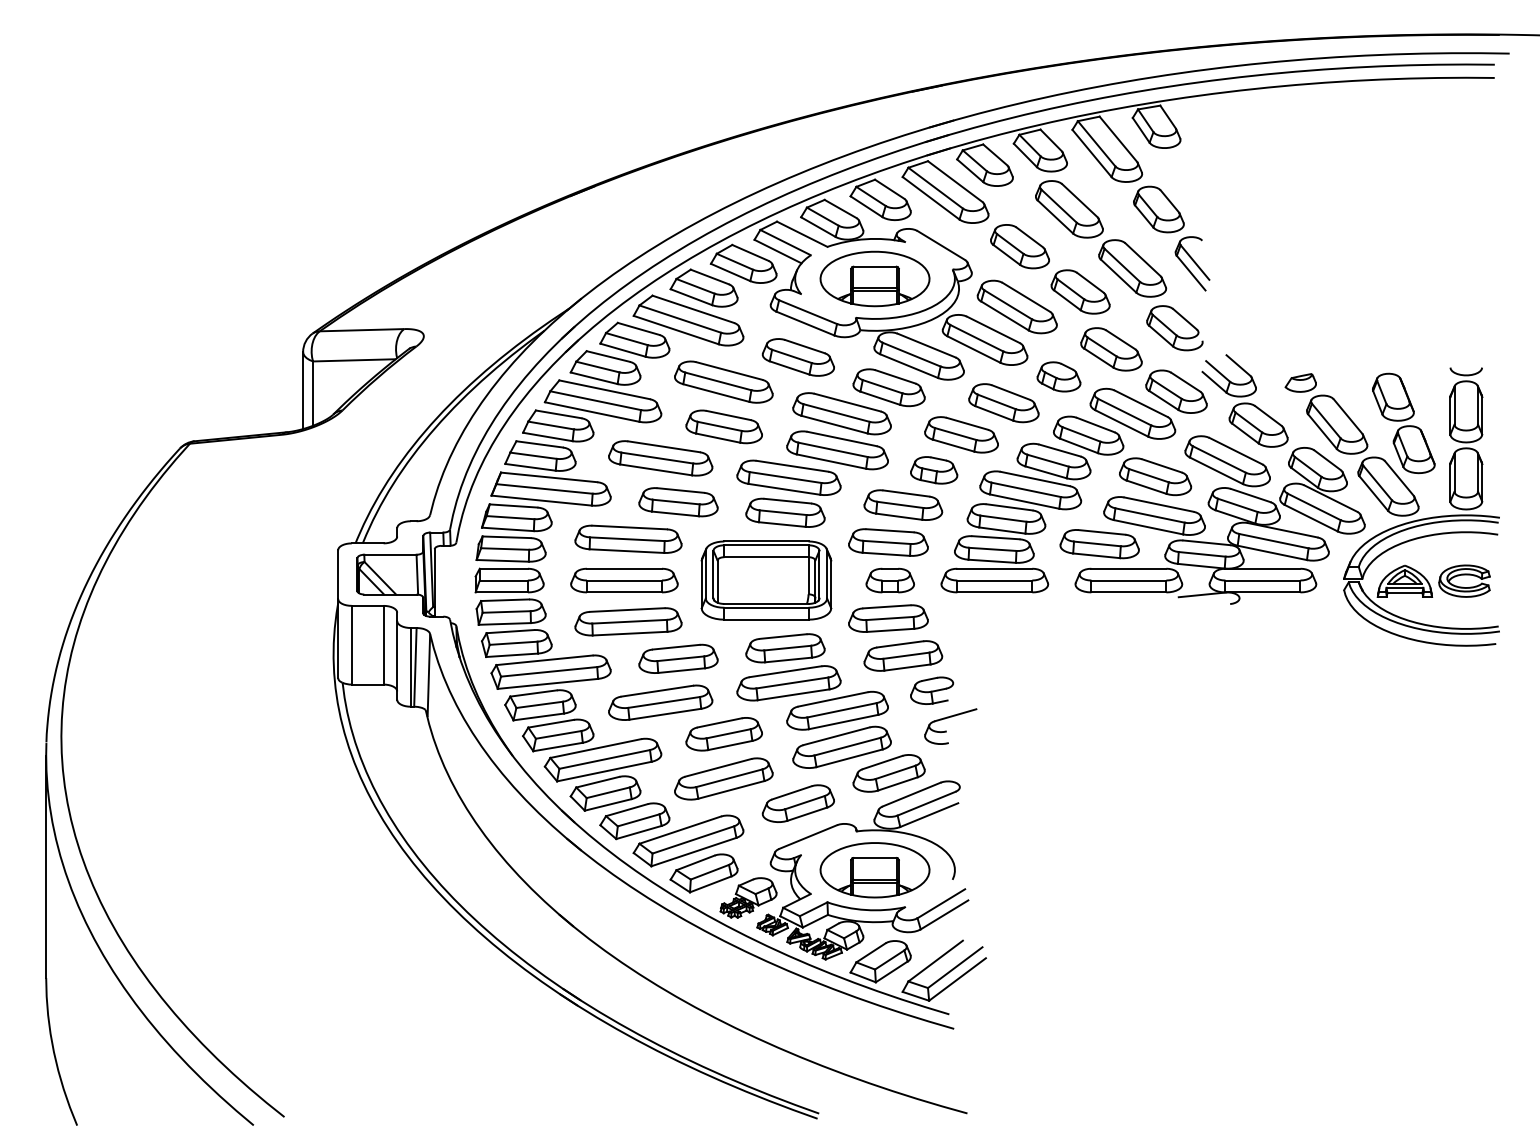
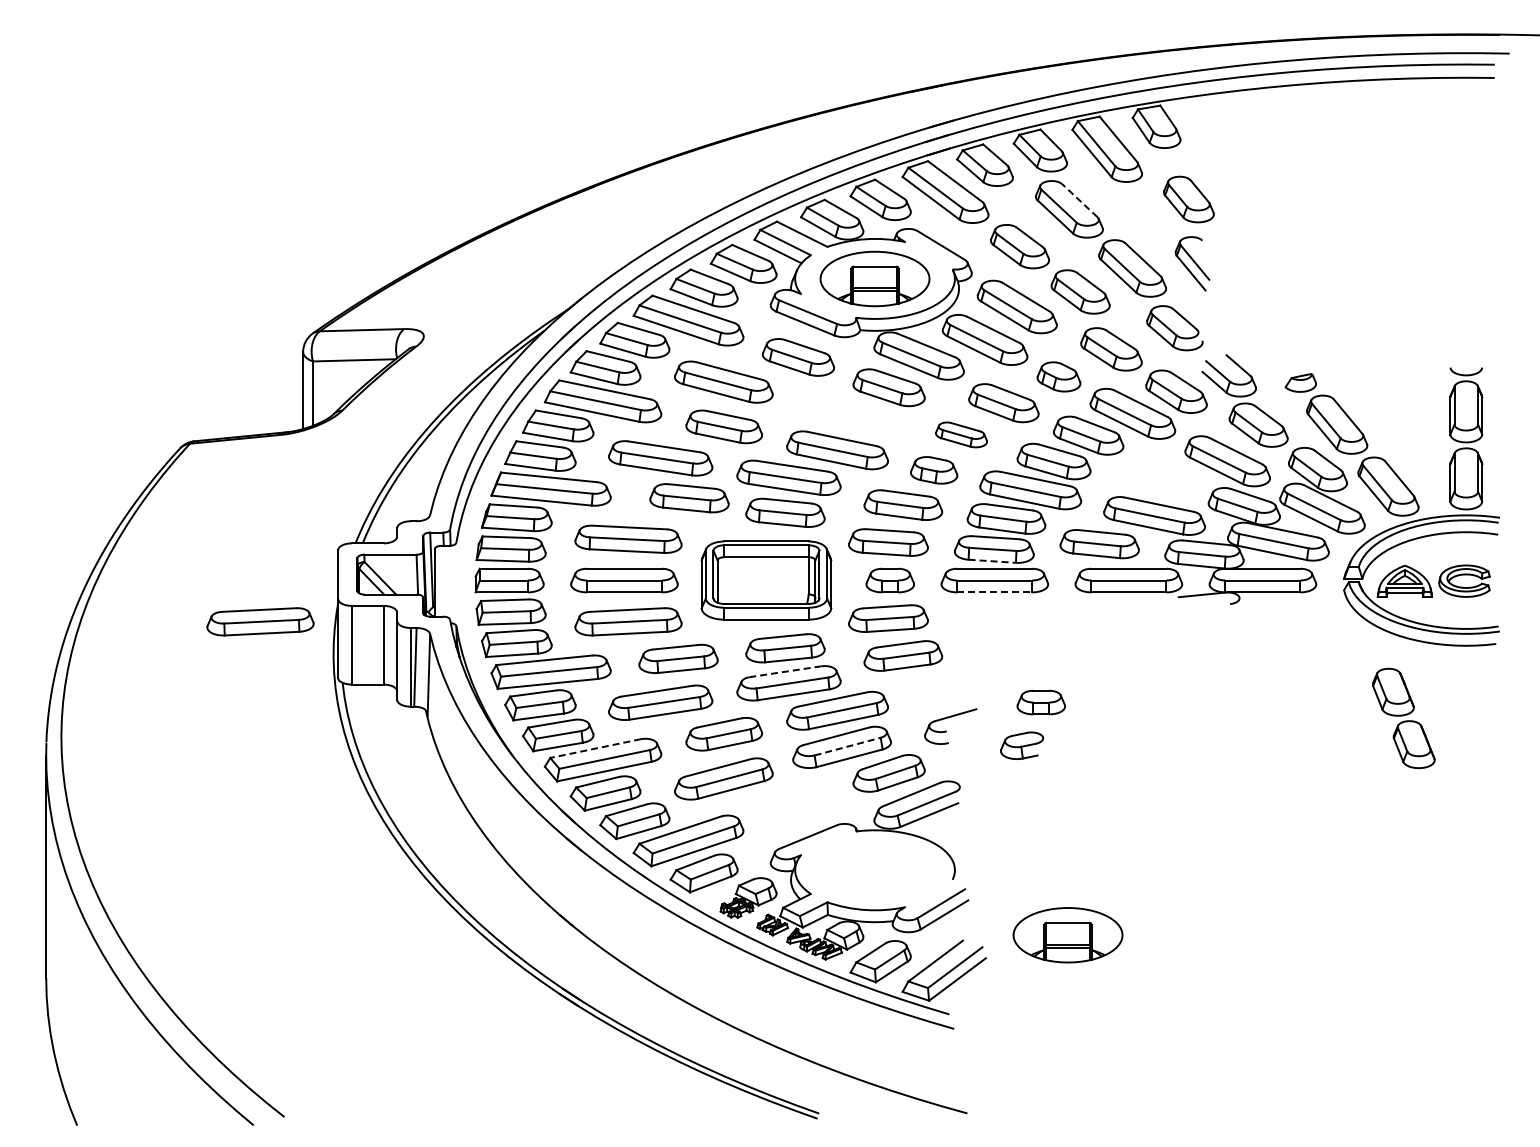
line at (1079, 200): solid -> dashed
part at (1158, 209) position: (1158, 209) -> (1188, 199)
part at (841, 413): present -> none
part at (1403, 423) position: (1403, 423) -> (1403, 718)
part at (961, 434) size: 75x38 px -> 53x28 px
part at (1155, 476): present -> none
part at (678, 502) position: (678, 502) -> (689, 498)
line at (992, 561): solid -> dashed
line at (995, 592): solid -> dashed
part at (260, 621): none -> present
line at (785, 671): solid -> dashed
part at (932, 690) position: (932, 690) -> (1022, 745)
part at (1040, 702): none -> present
line at (848, 746): solid -> dashed
line at (595, 748): solid -> dashed
part at (797, 803): present -> none
part at (874, 870) position: (874, 870) -> (1067, 935)
